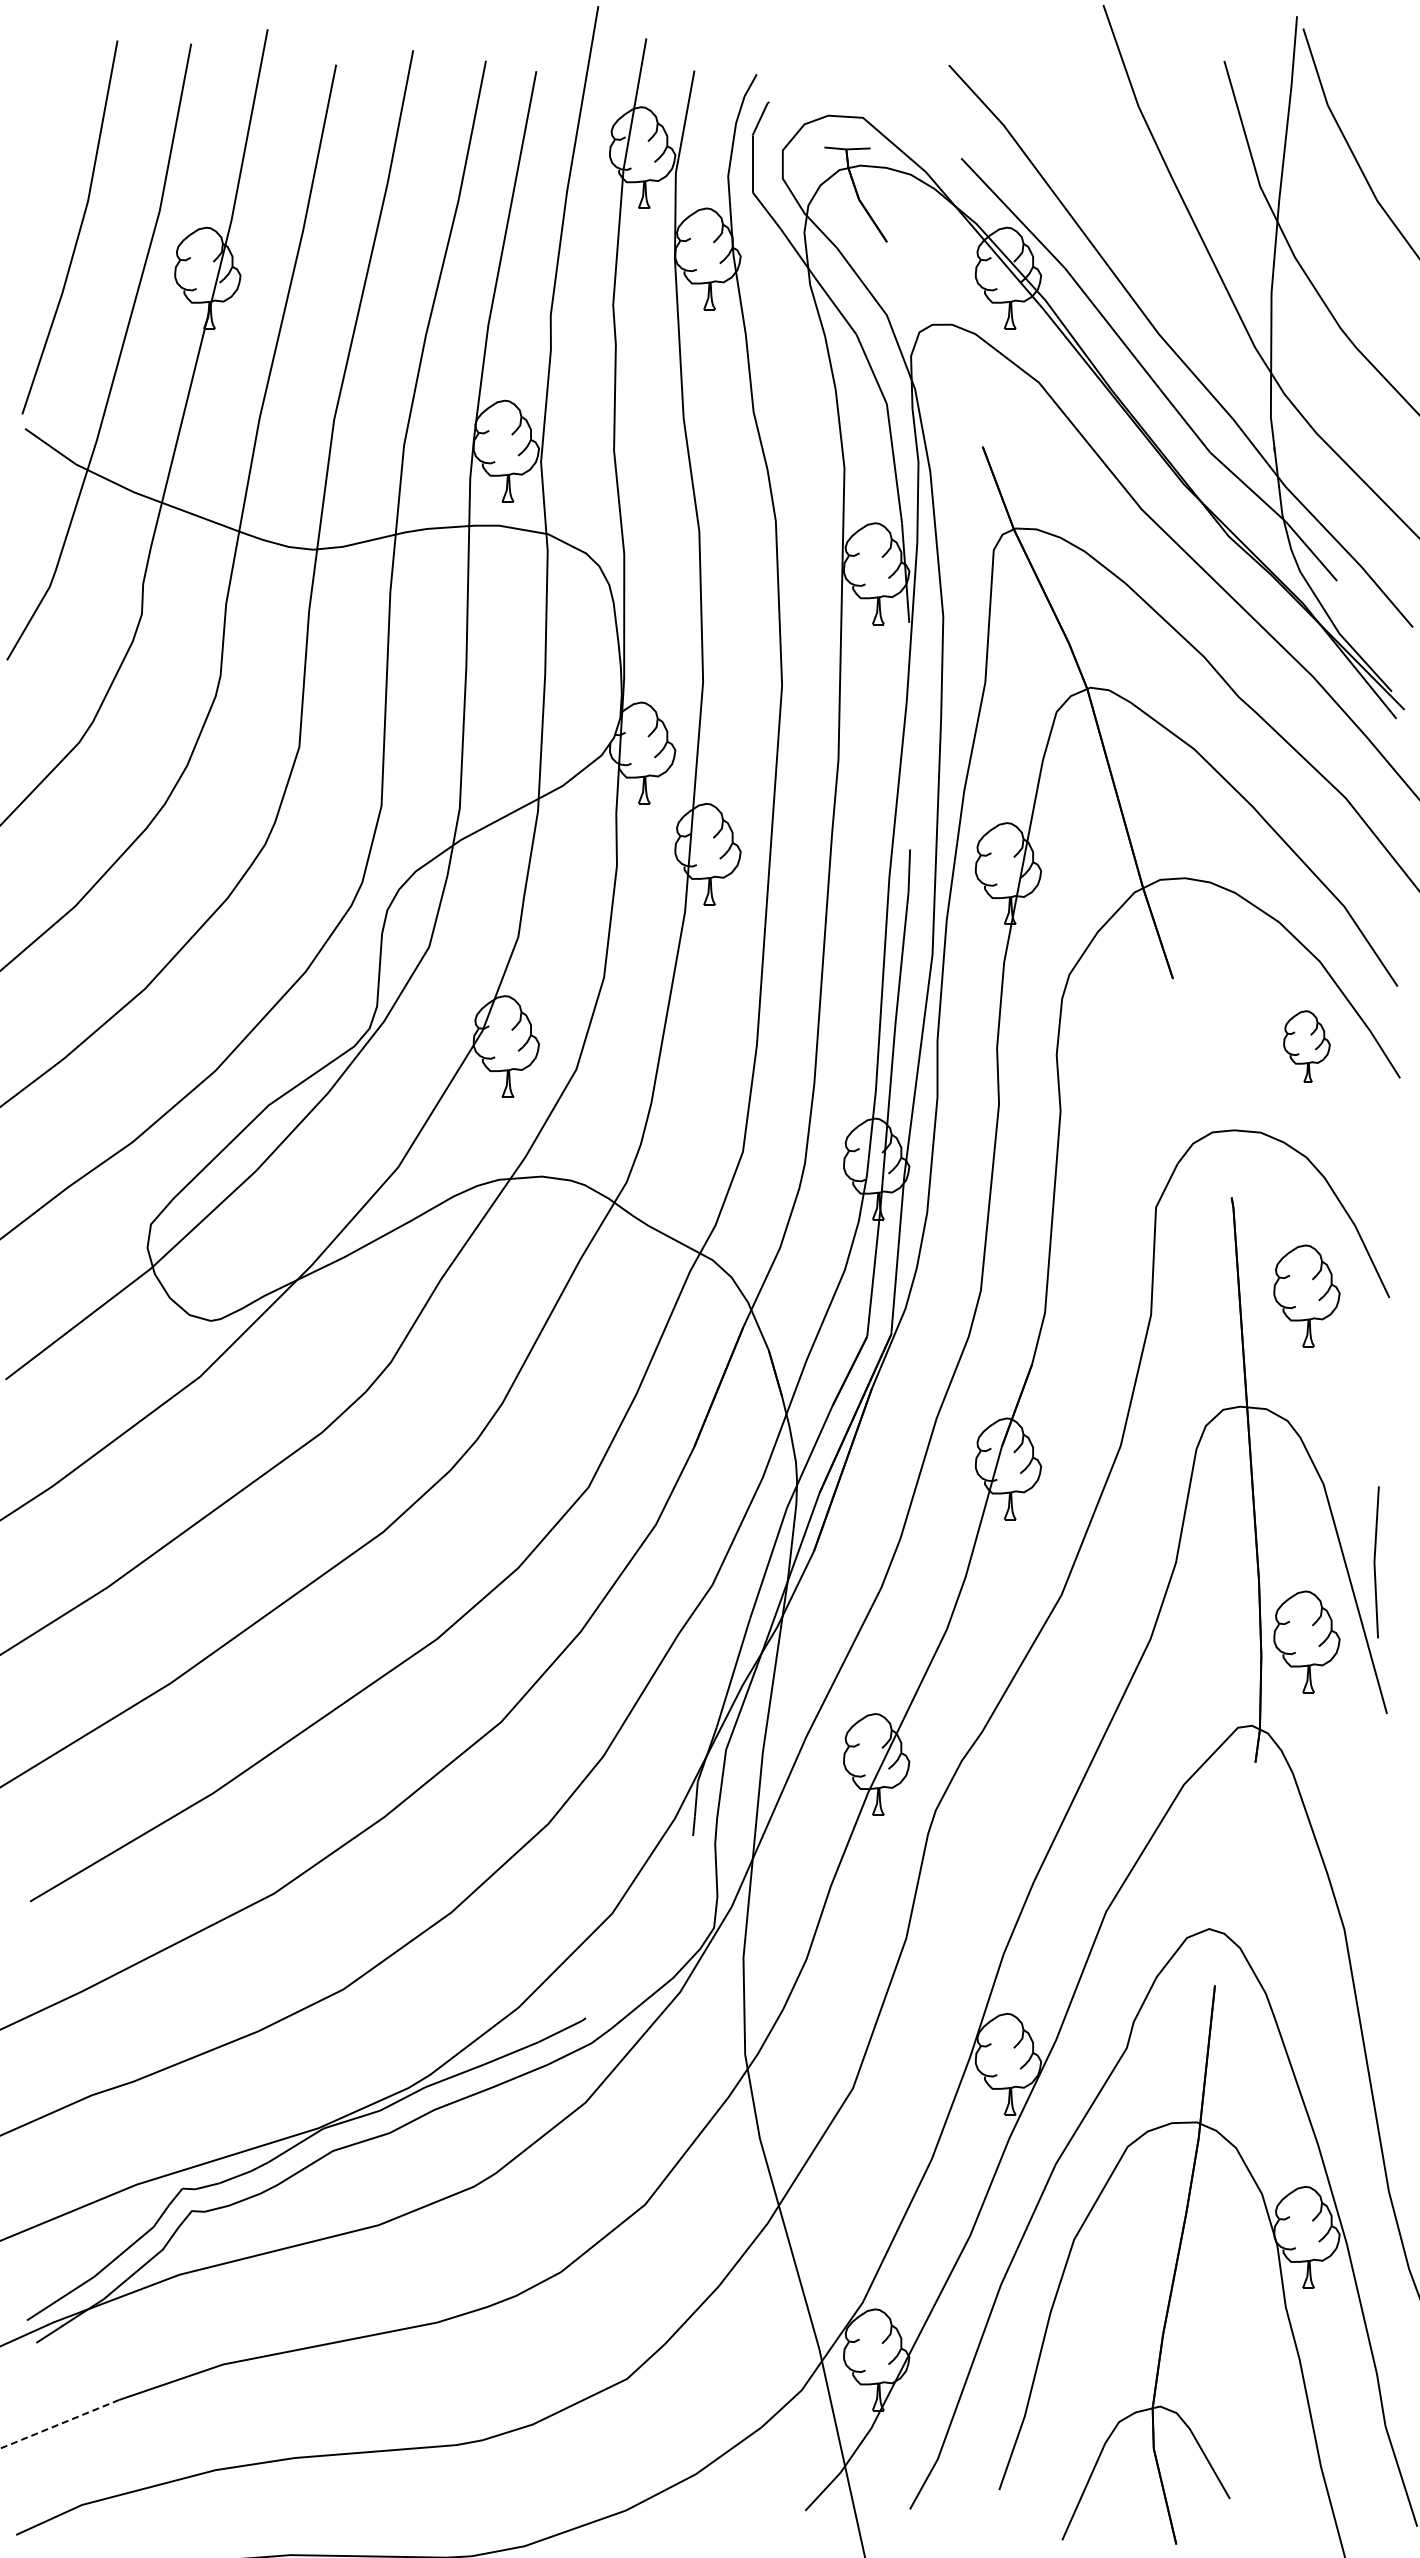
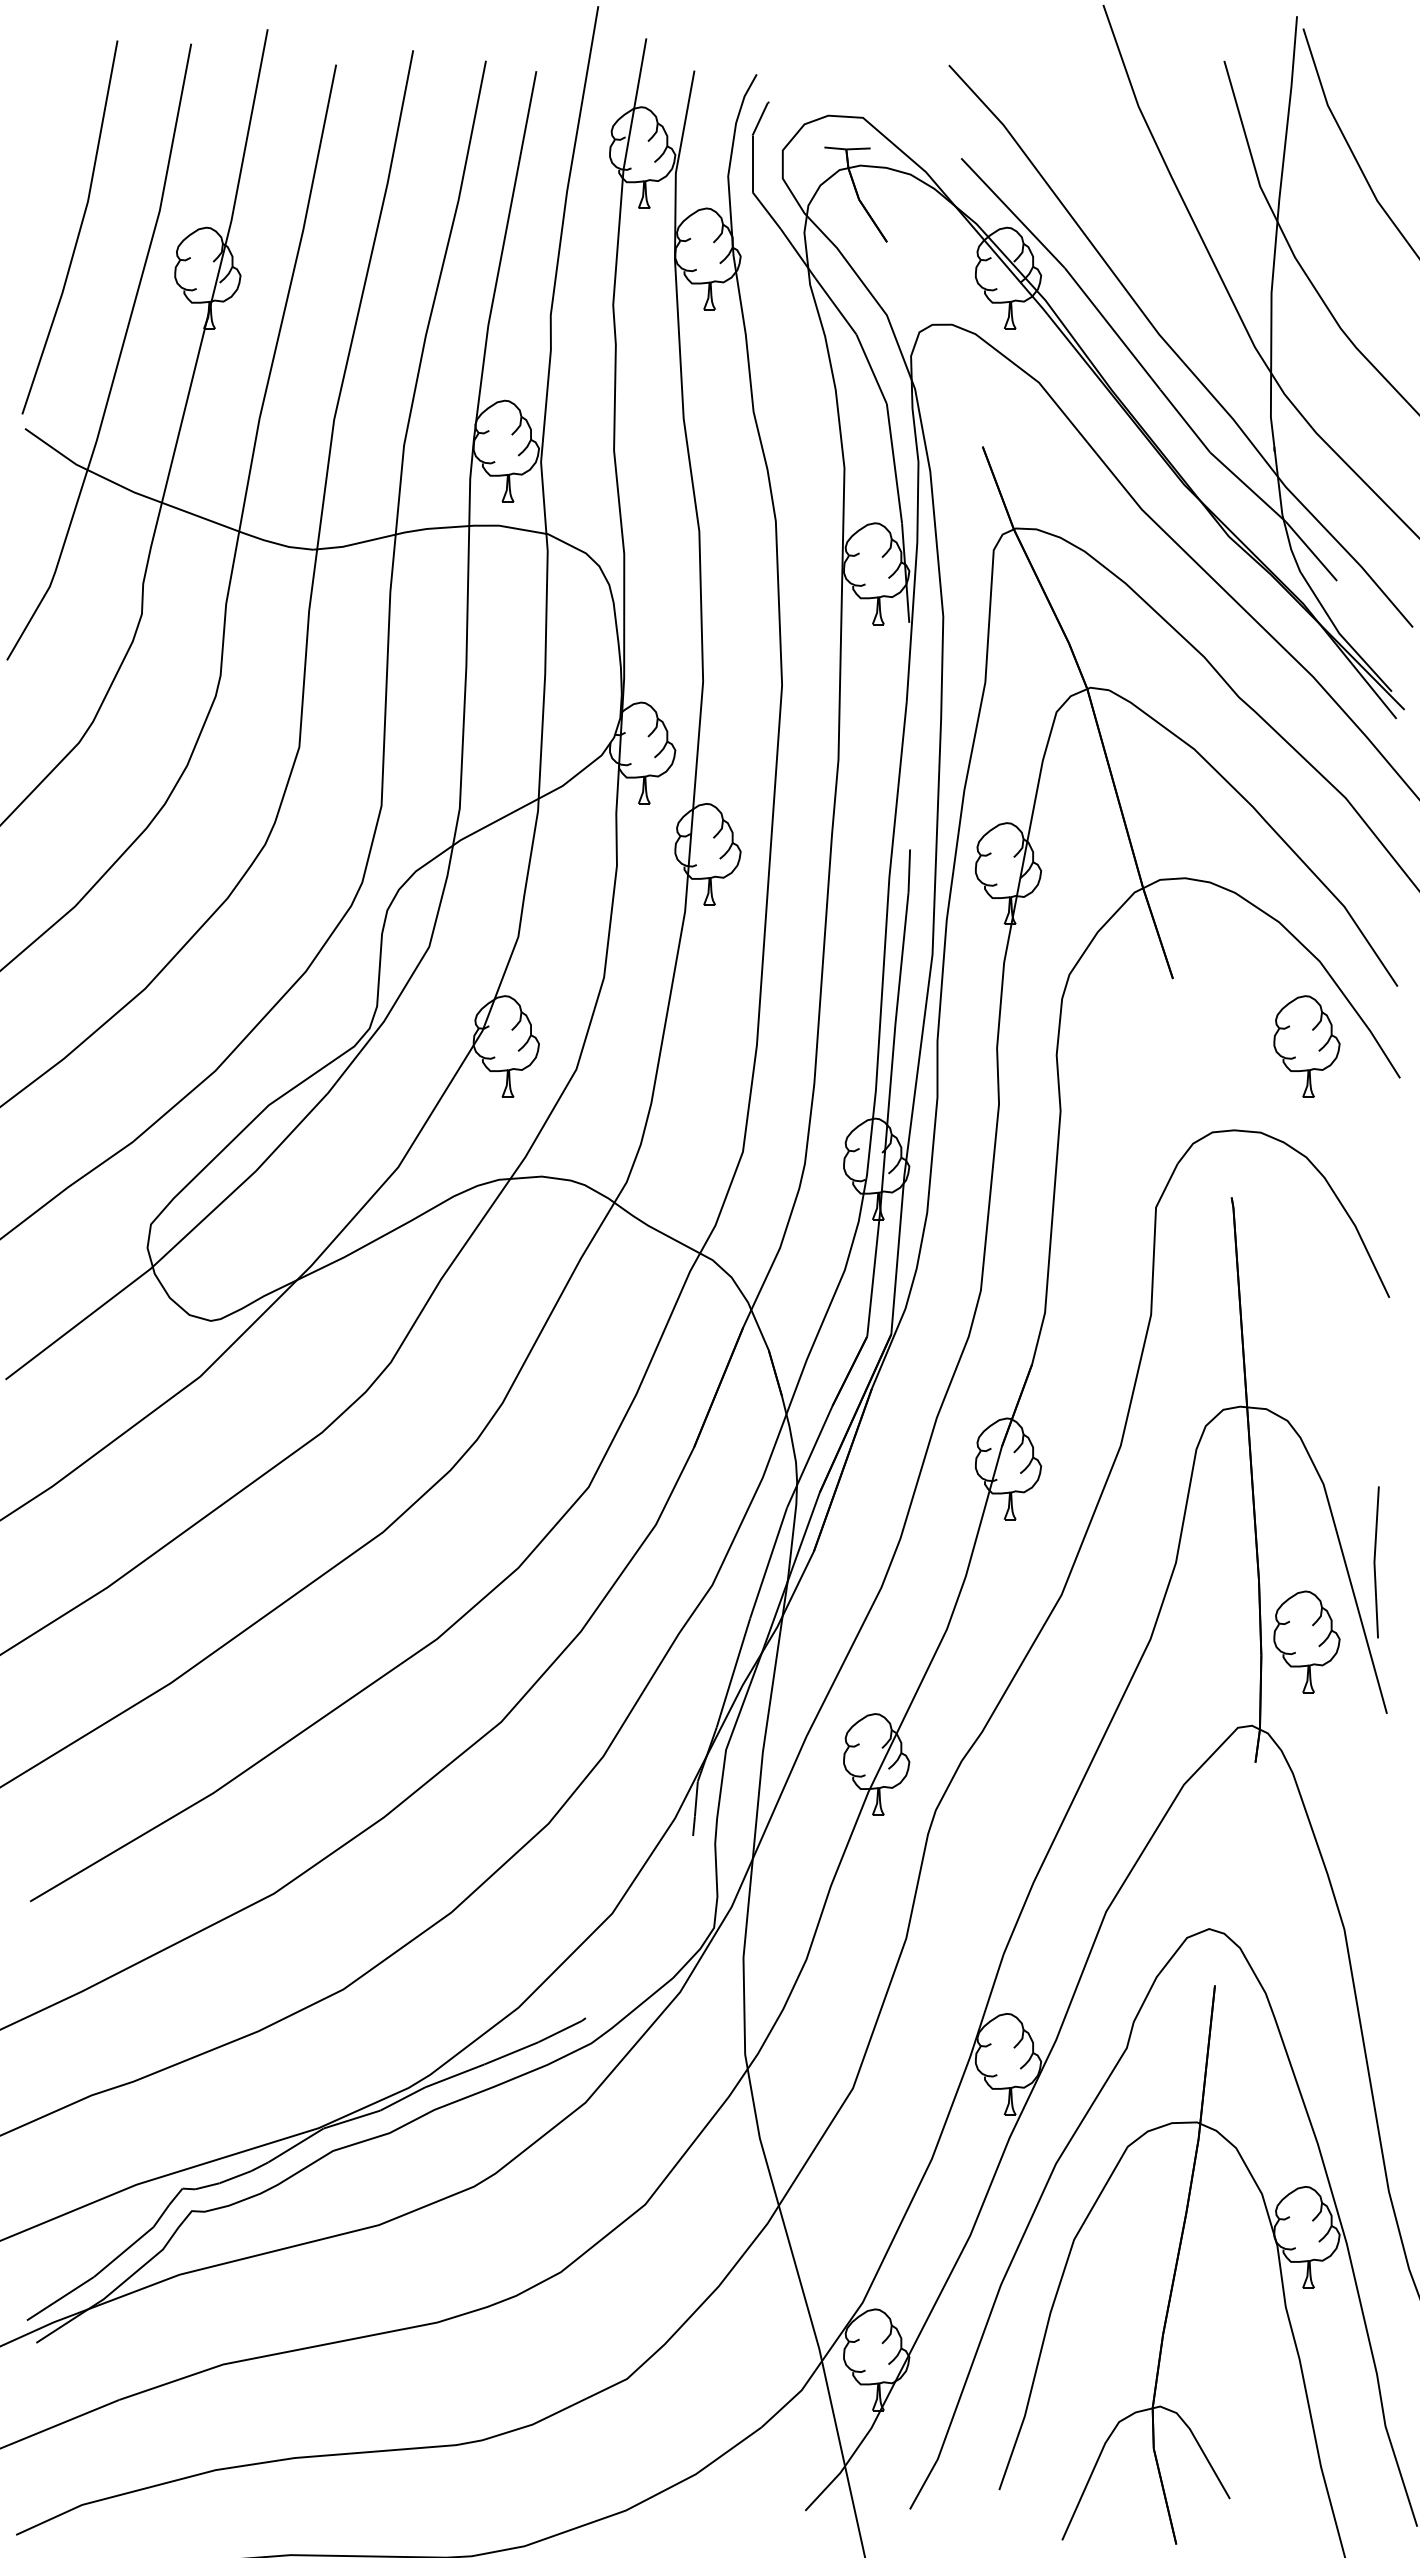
part at (1306, 1046) size: 48x73 px -> 68x103 px
part at (1306, 1295): present -> none
line at (59, 2424): dashed -> solid
